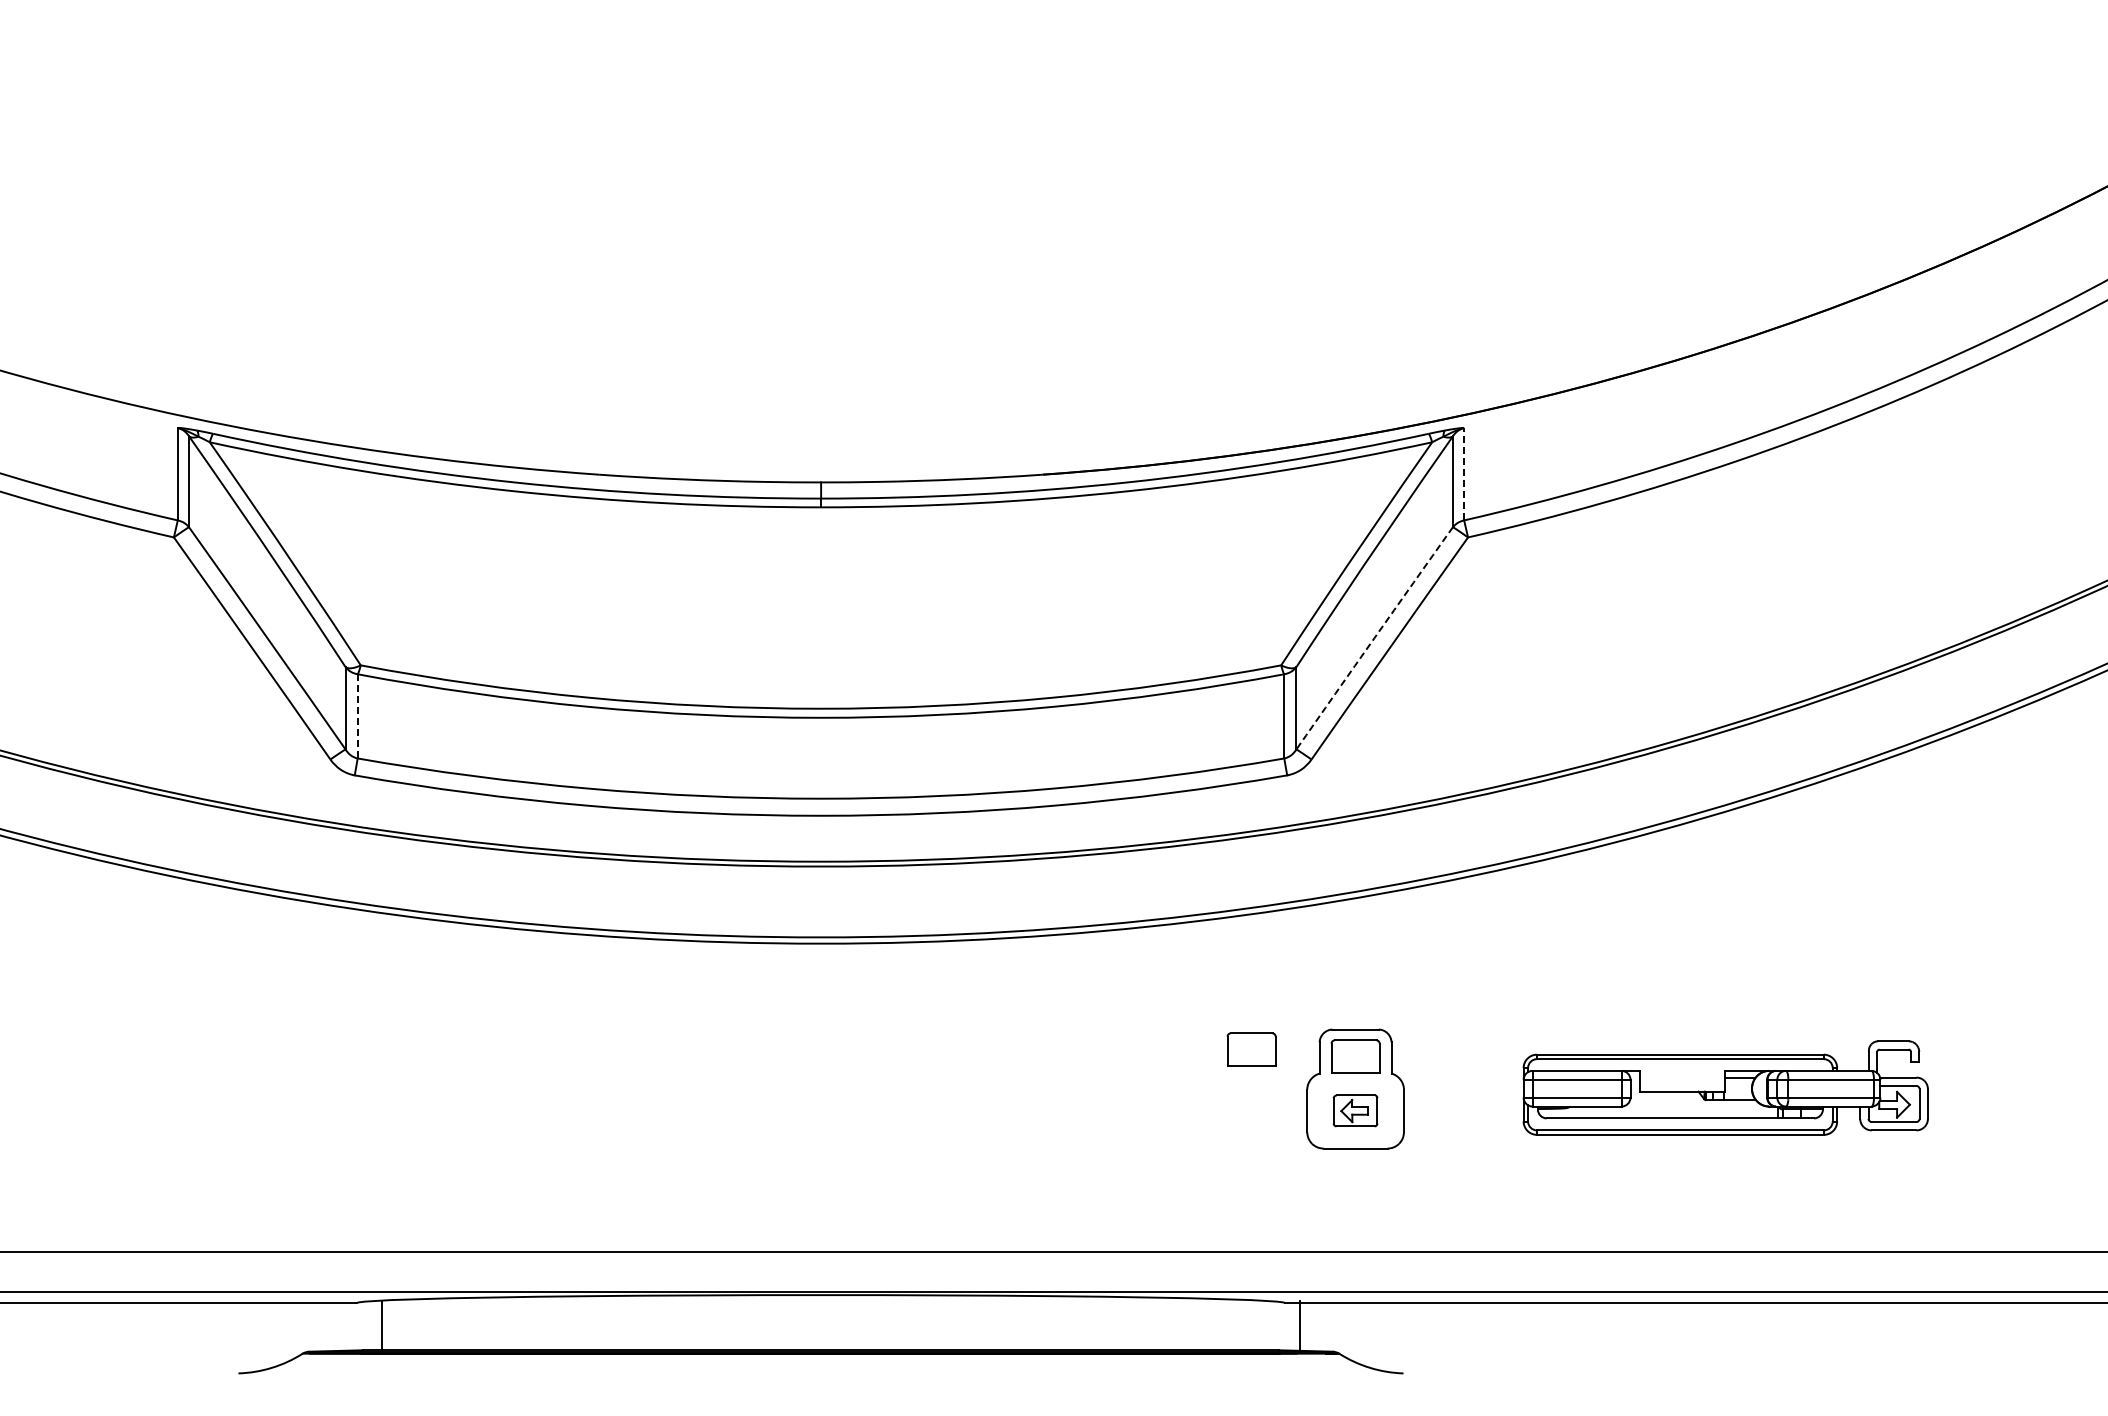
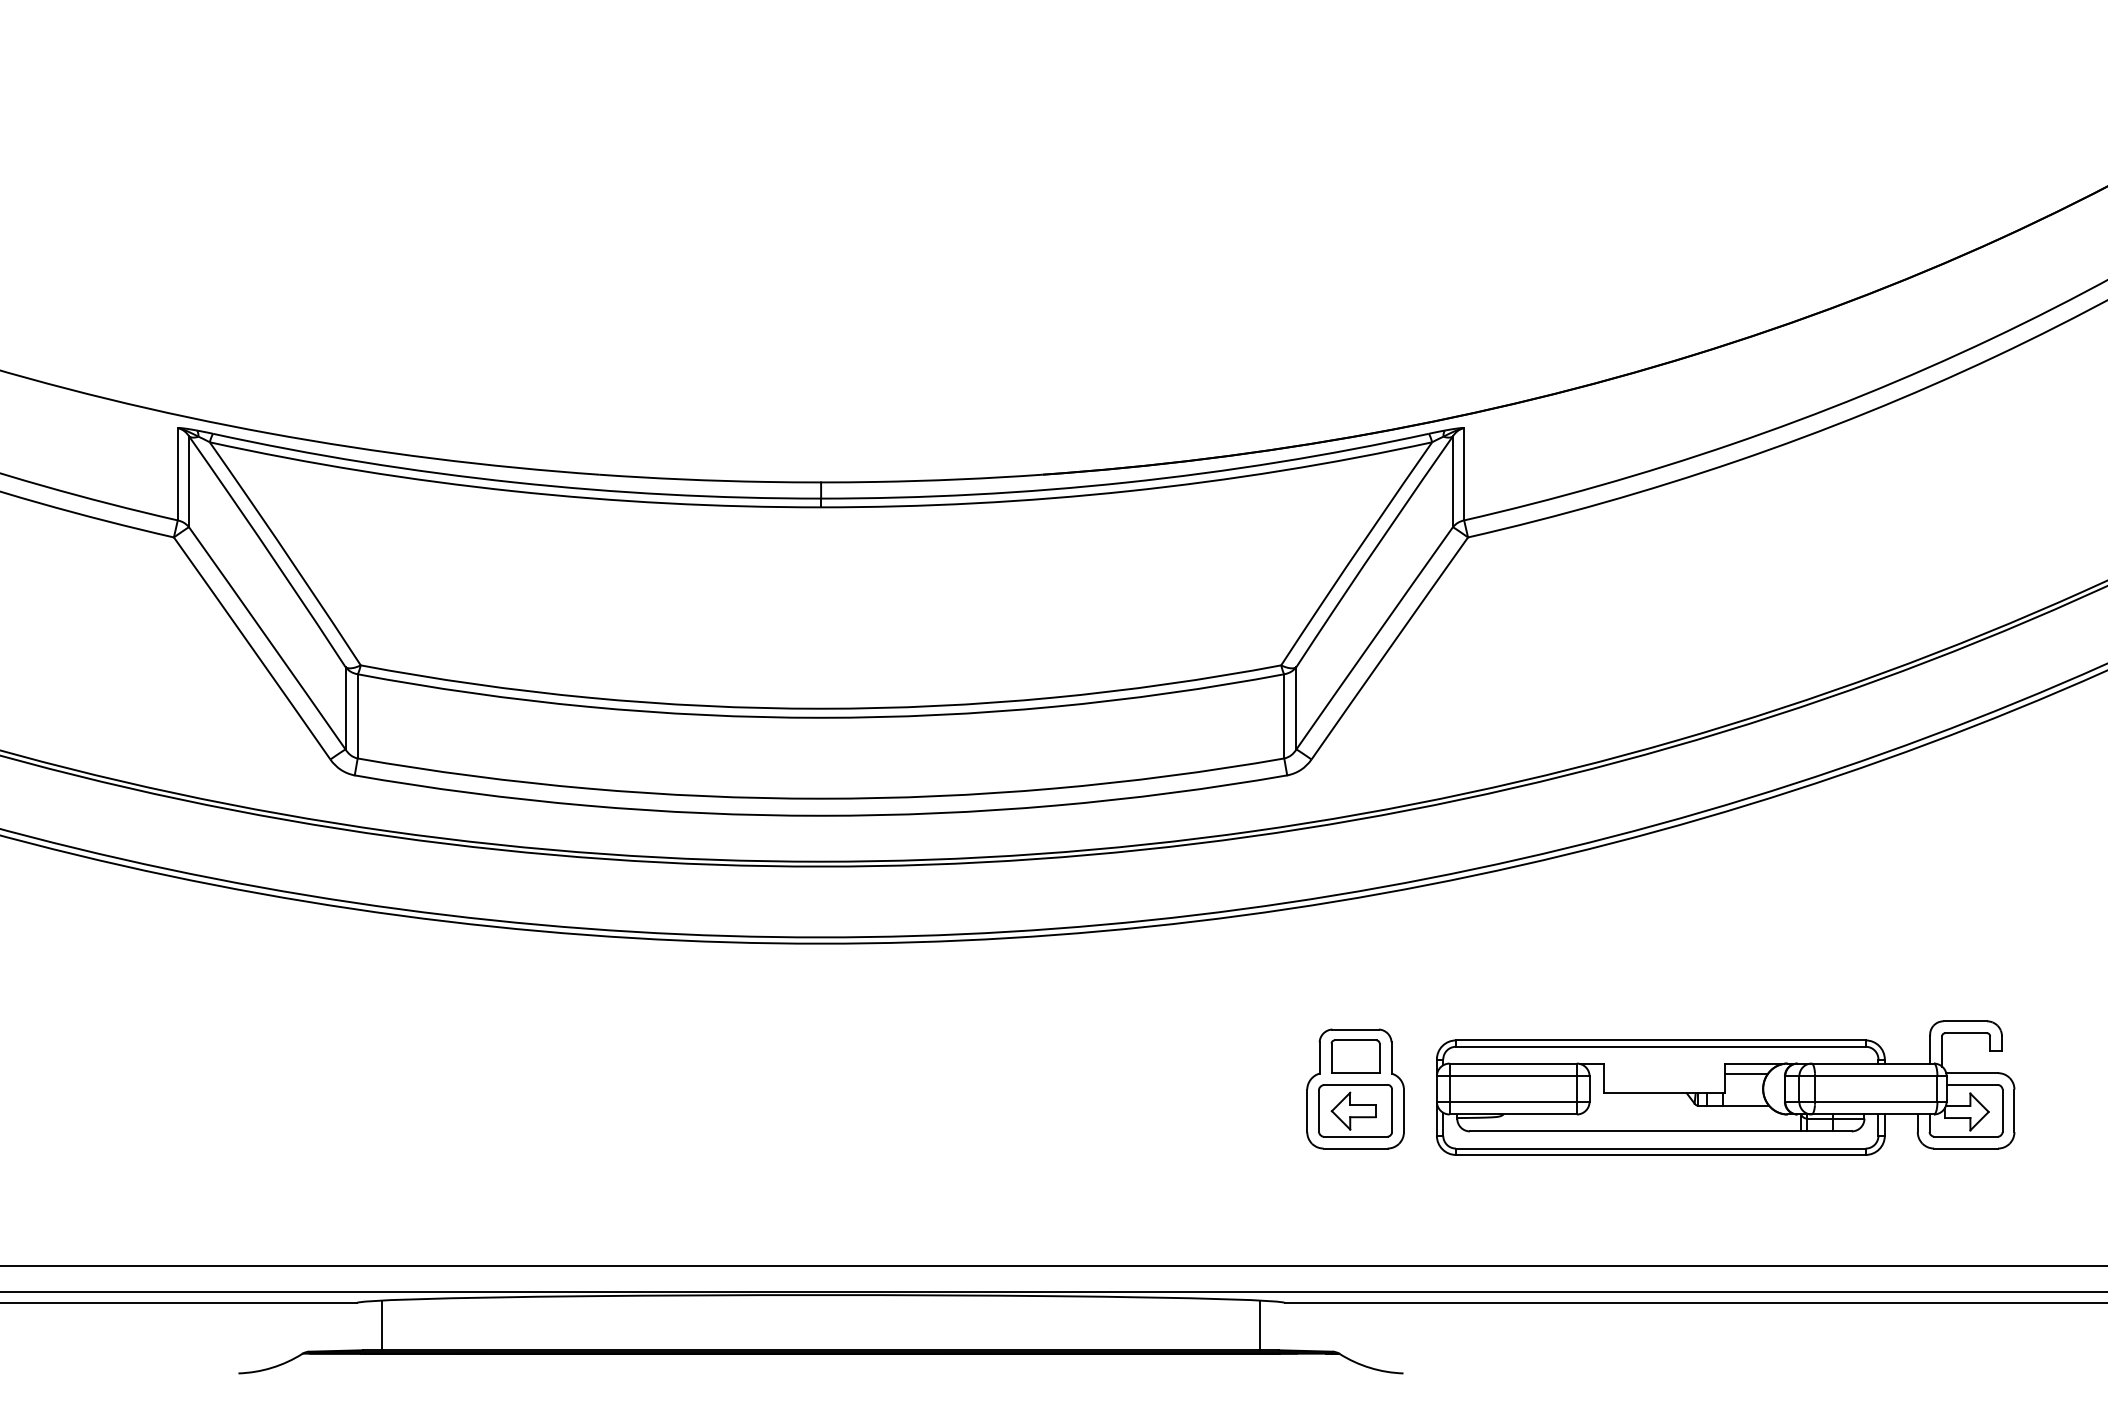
line at (1464, 473): dashed -> solid
arc at (1374, 638): dashed -> solid
line at (357, 716): dashed -> solid
part at (1251, 1049): present -> none
part at (1725, 1087) size: 407x96 px -> 580x136 px
part at (1355, 1110) size: 47x34 px -> 75x54 px
line at (1053, 1252) position: (1053, 1252) -> (1053, 1266)
line at (1300, 1325) position: (1300, 1325) -> (1260, 1325)
